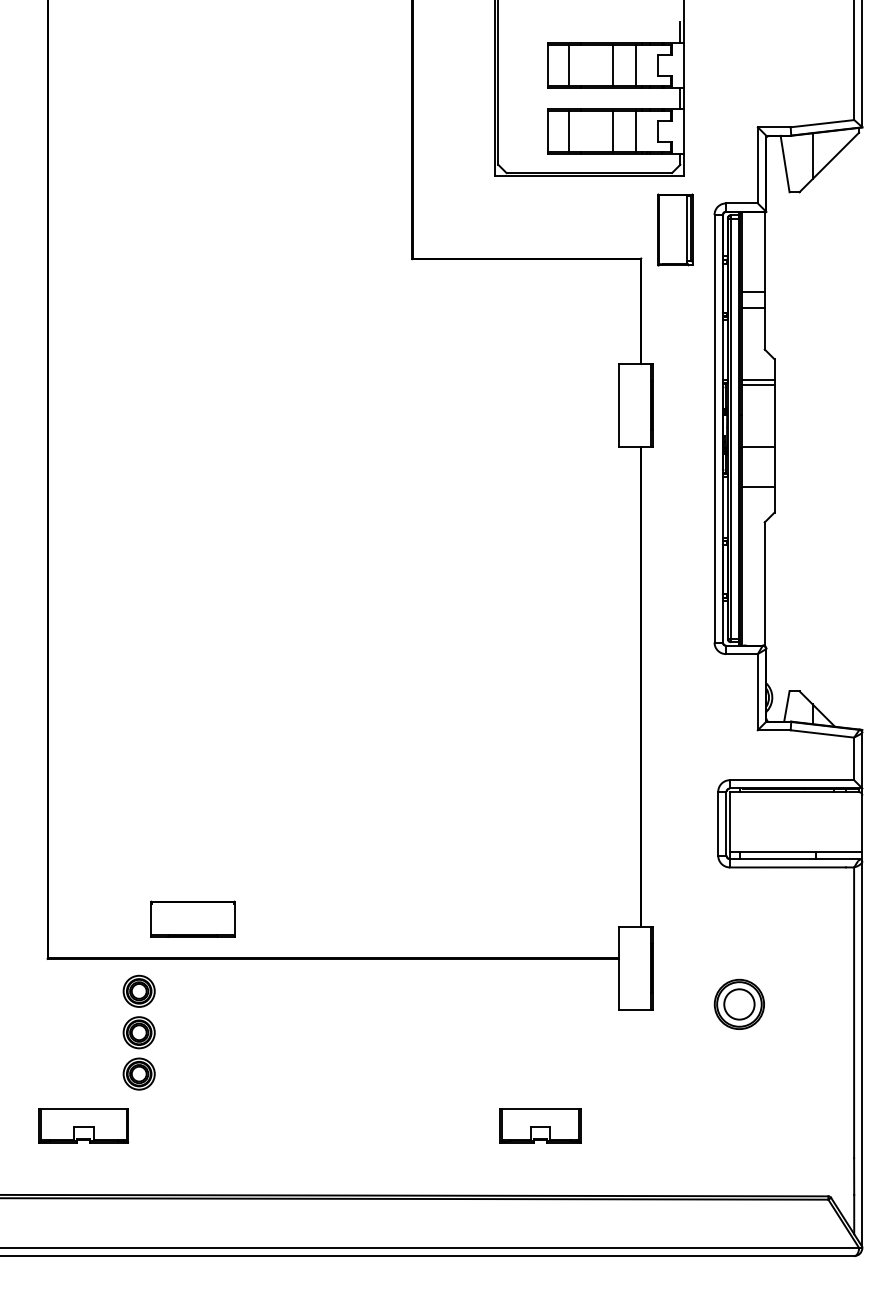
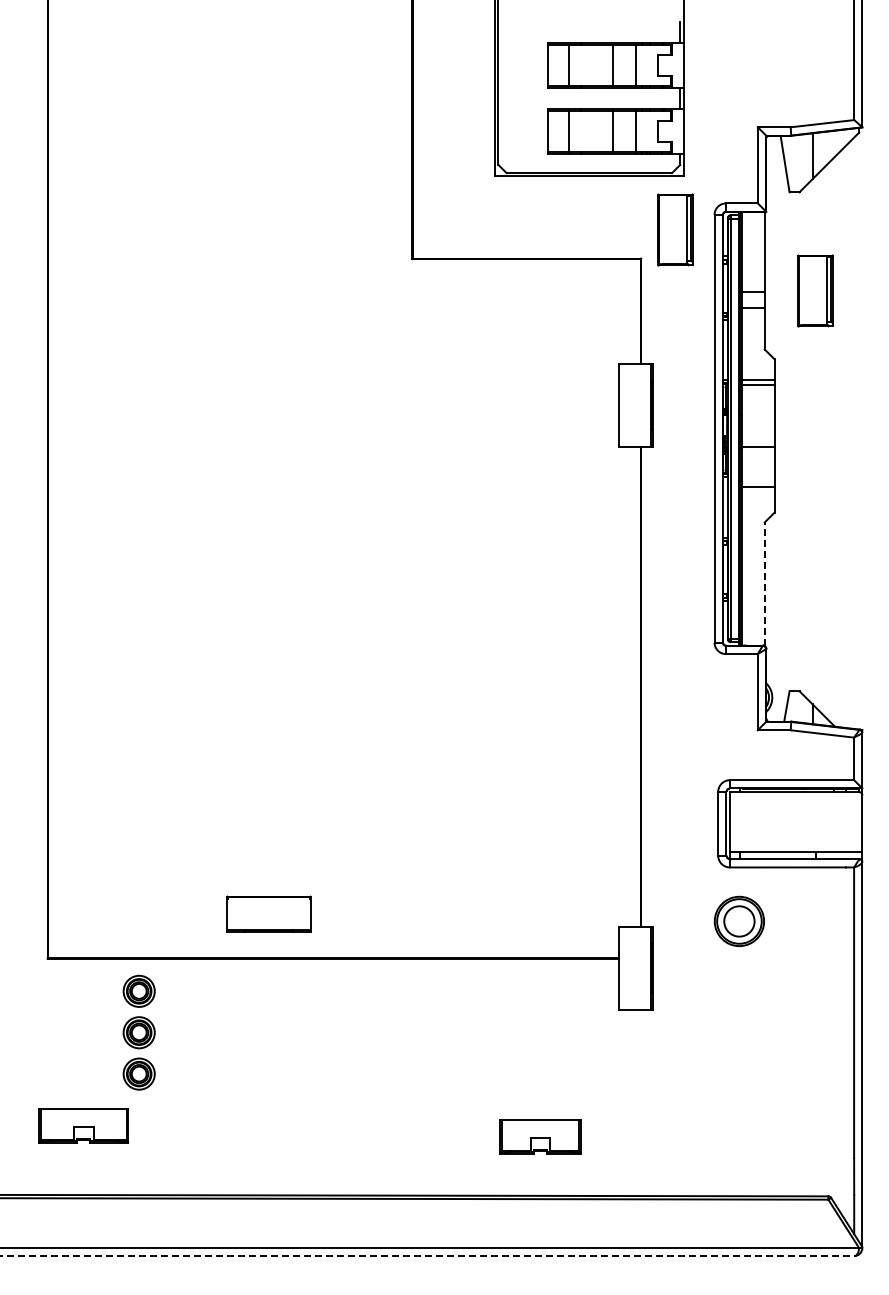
part at (815, 290): none -> present
line at (764, 584): solid -> dashed
part at (192, 918) position: (192, 918) -> (268, 913)
part at (738, 1003) position: (738, 1003) -> (738, 920)
part at (540, 1125) position: (540, 1125) -> (540, 1136)
line at (427, 1256): solid -> dashed
